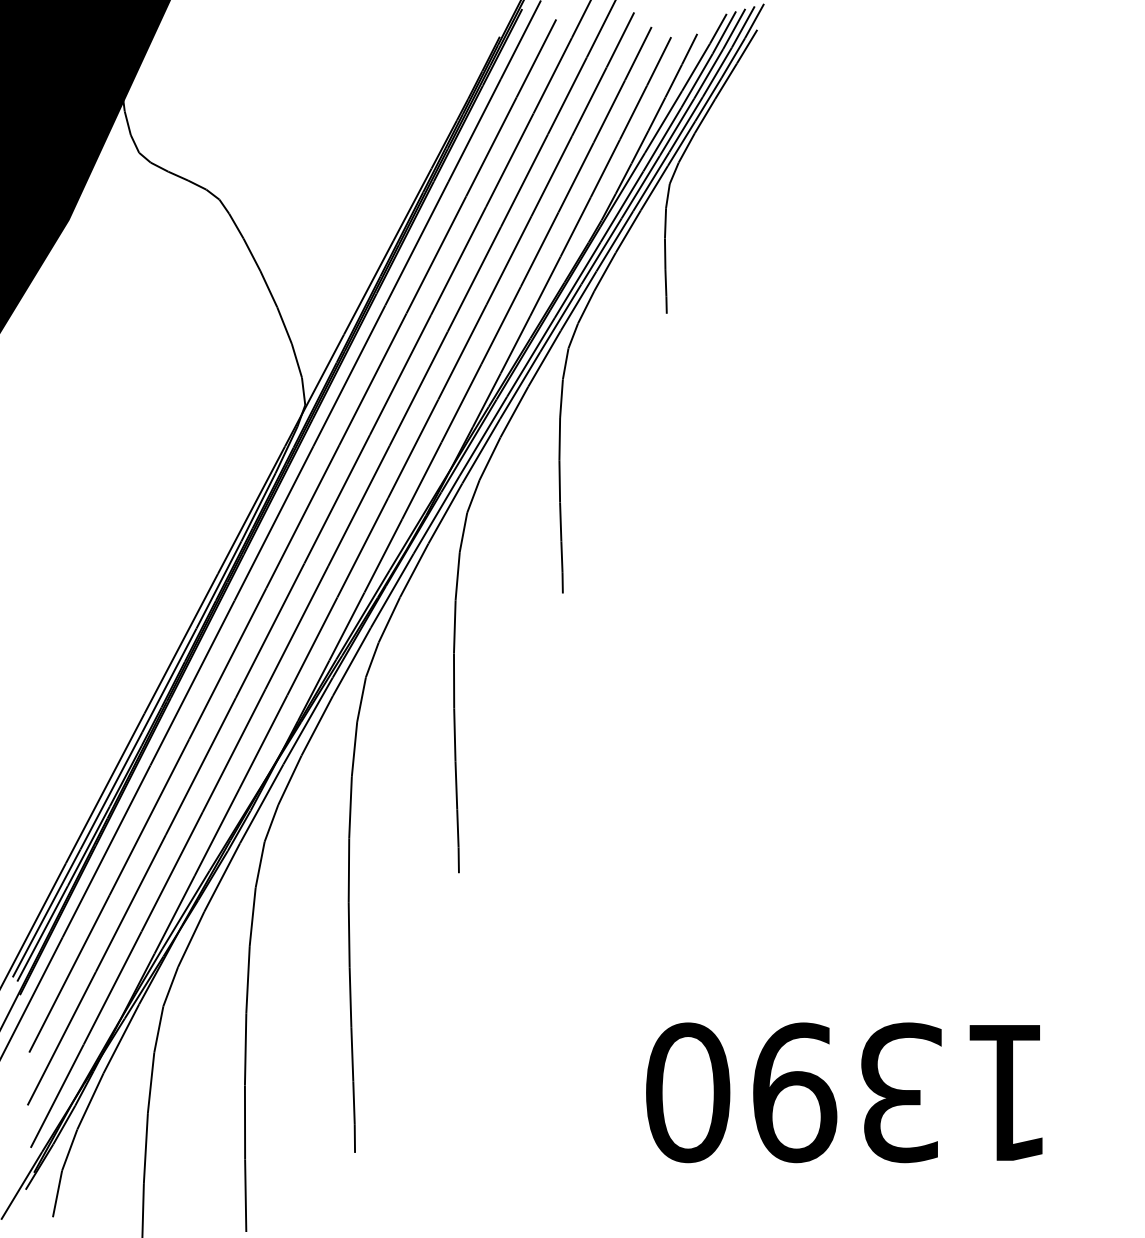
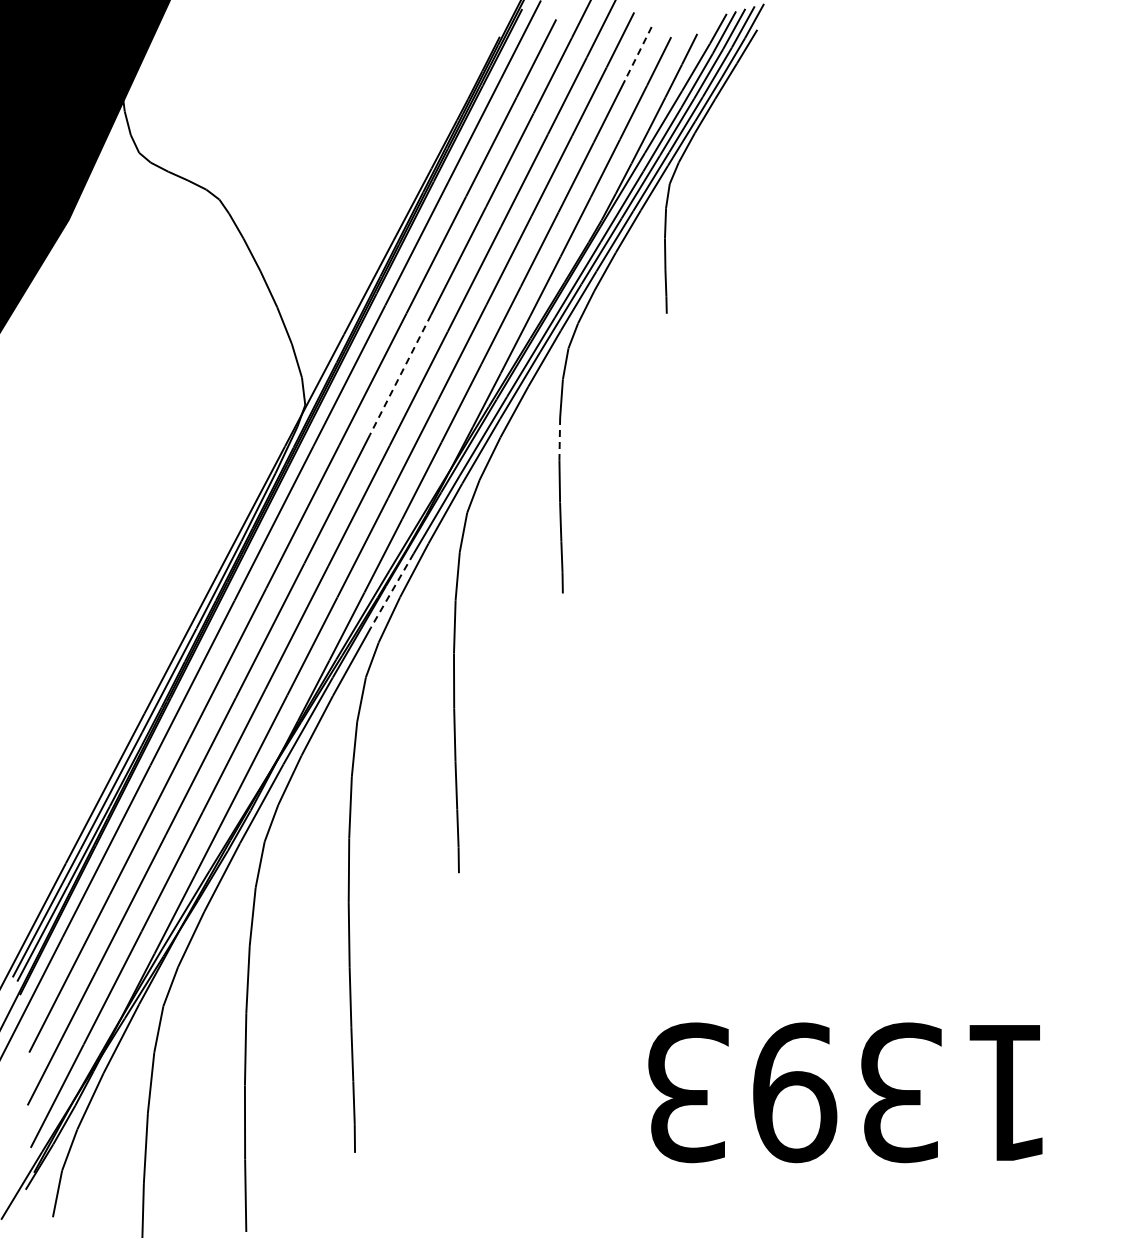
line at (638, 53): solid -> dashed
line at (400, 375): solid -> dashed
line at (559, 439): solid -> dashed
line at (392, 590): solid -> dashed
text at (688, 1092): 1390 -> 1393
